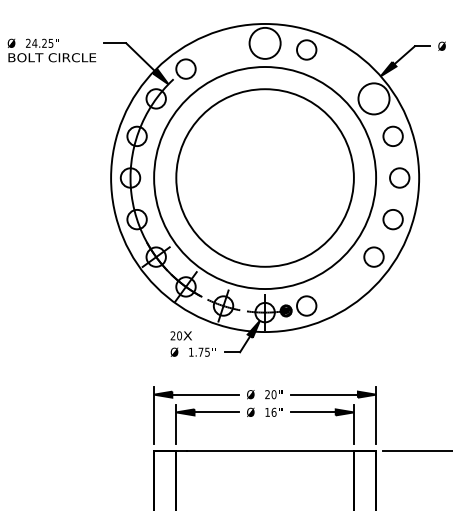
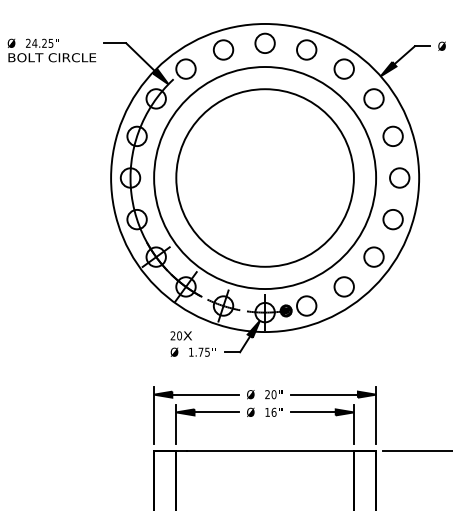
circle at (264, 42) diameter: 31 px -> 19 px
circle at (223, 49): none -> present
circle at (343, 68): none -> present
circle at (373, 98) diameter: 31 px -> 19 px
circle at (343, 286): none -> present
